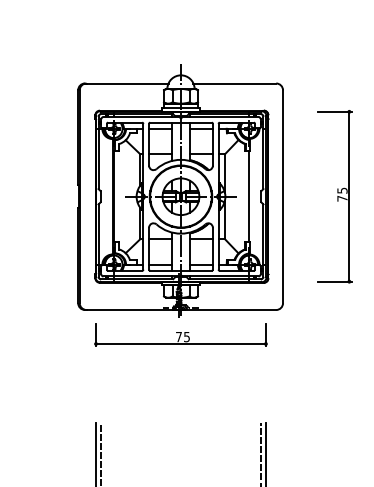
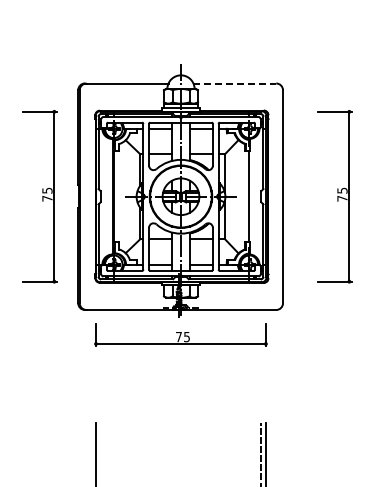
line at (235, 83): solid -> dashed
part at (39, 196): none -> present
line at (100, 453): present -> none
